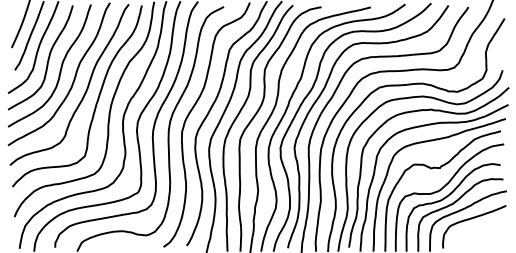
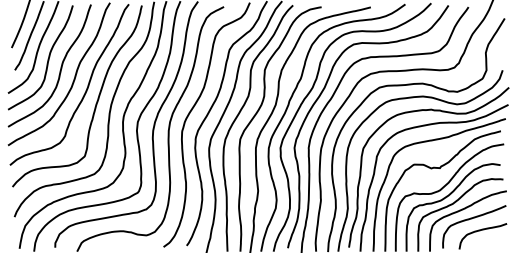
curve at (480, 231): none -> present
